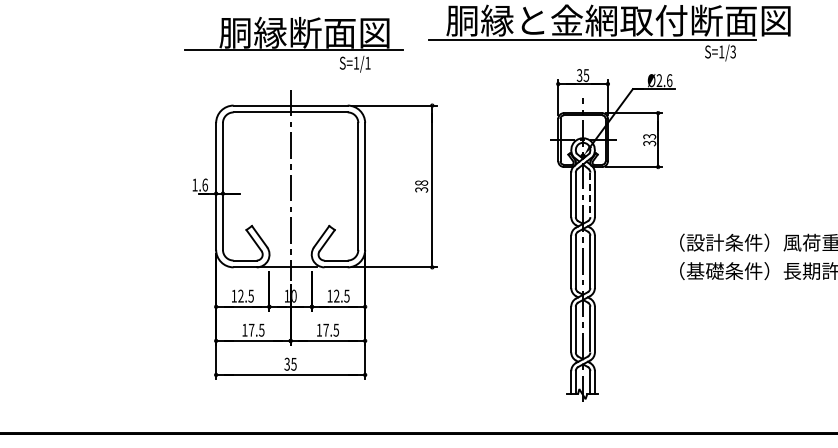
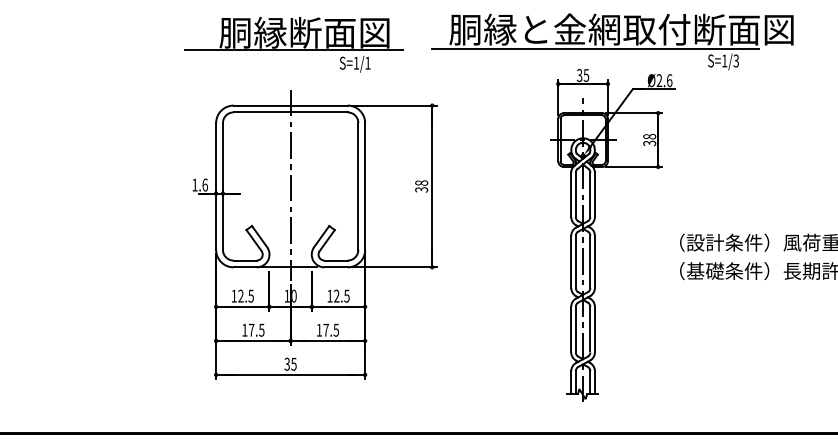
part at (609, 32) position: (609, 32) -> (612, 41)
text at (649, 136): 33 -> 38
line at (590, 195): dashed -> solid
